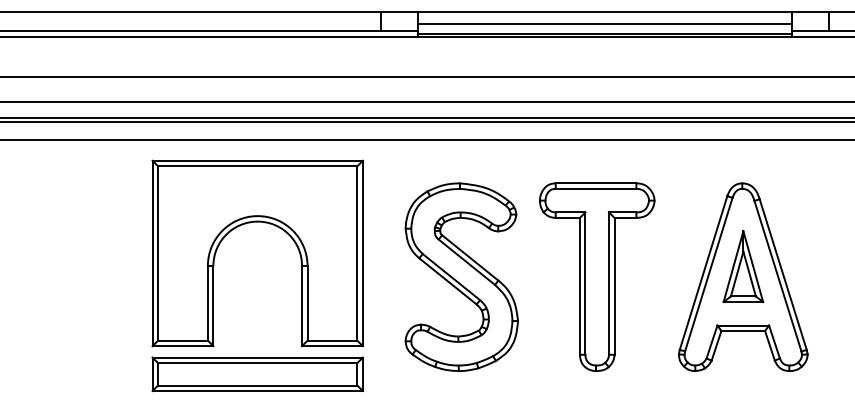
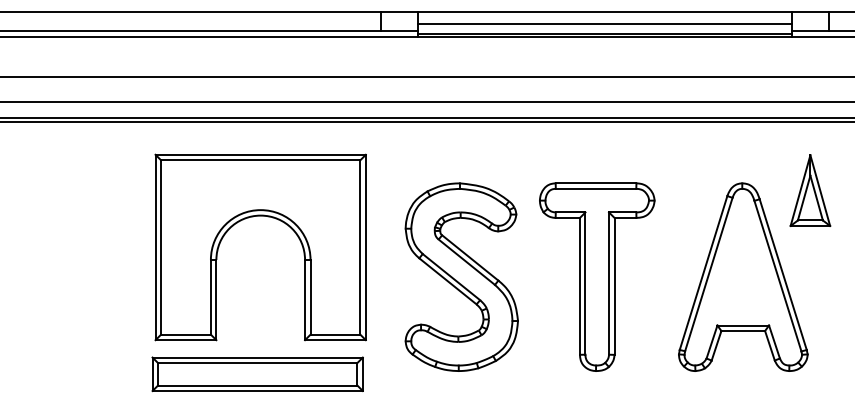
line at (426, 140): present -> none
part at (250, 223) position: (250, 223) -> (253, 217)
part at (743, 266) position: (743, 266) -> (810, 190)
